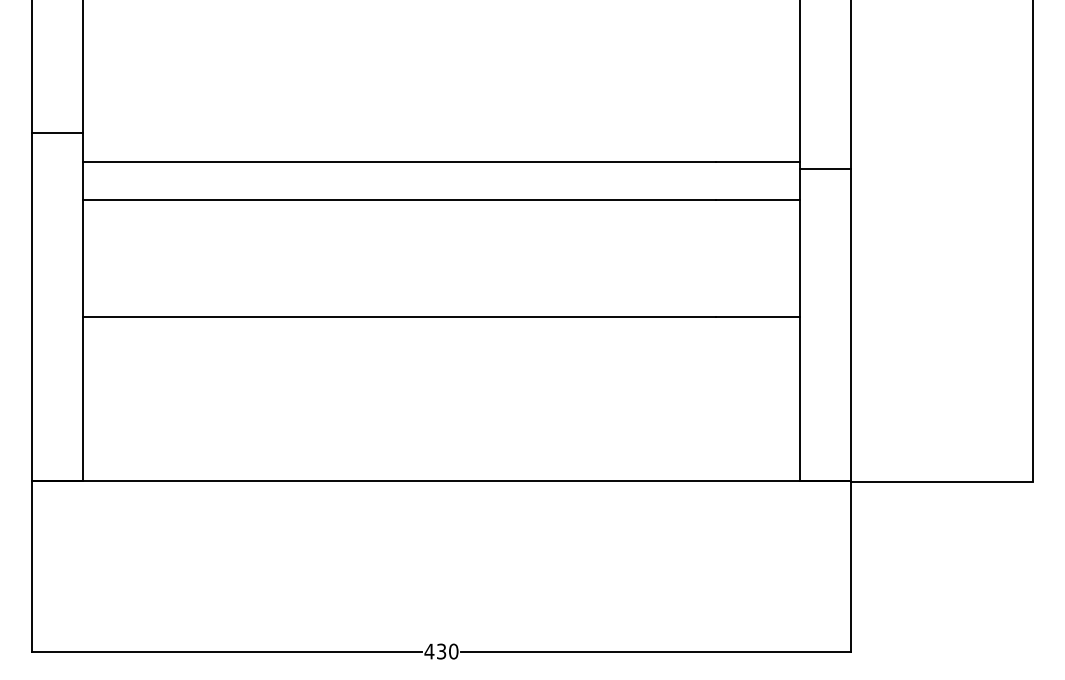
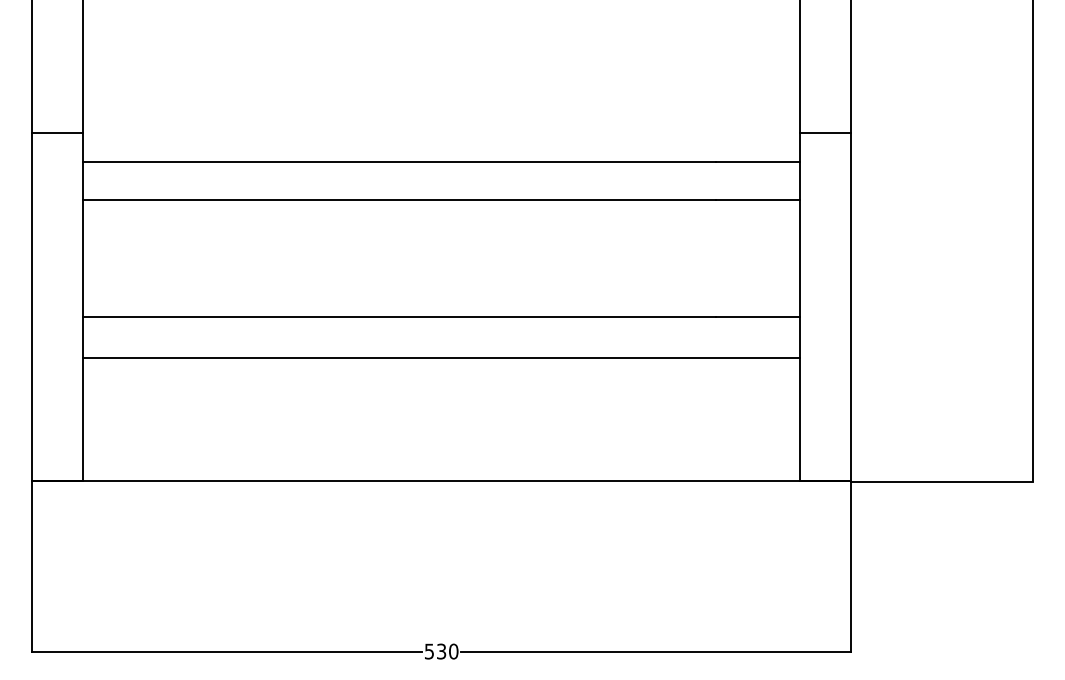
line at (825, 168) position: (825, 168) -> (825, 132)
line at (441, 357): none -> present
text at (429, 651): 430 -> 530
